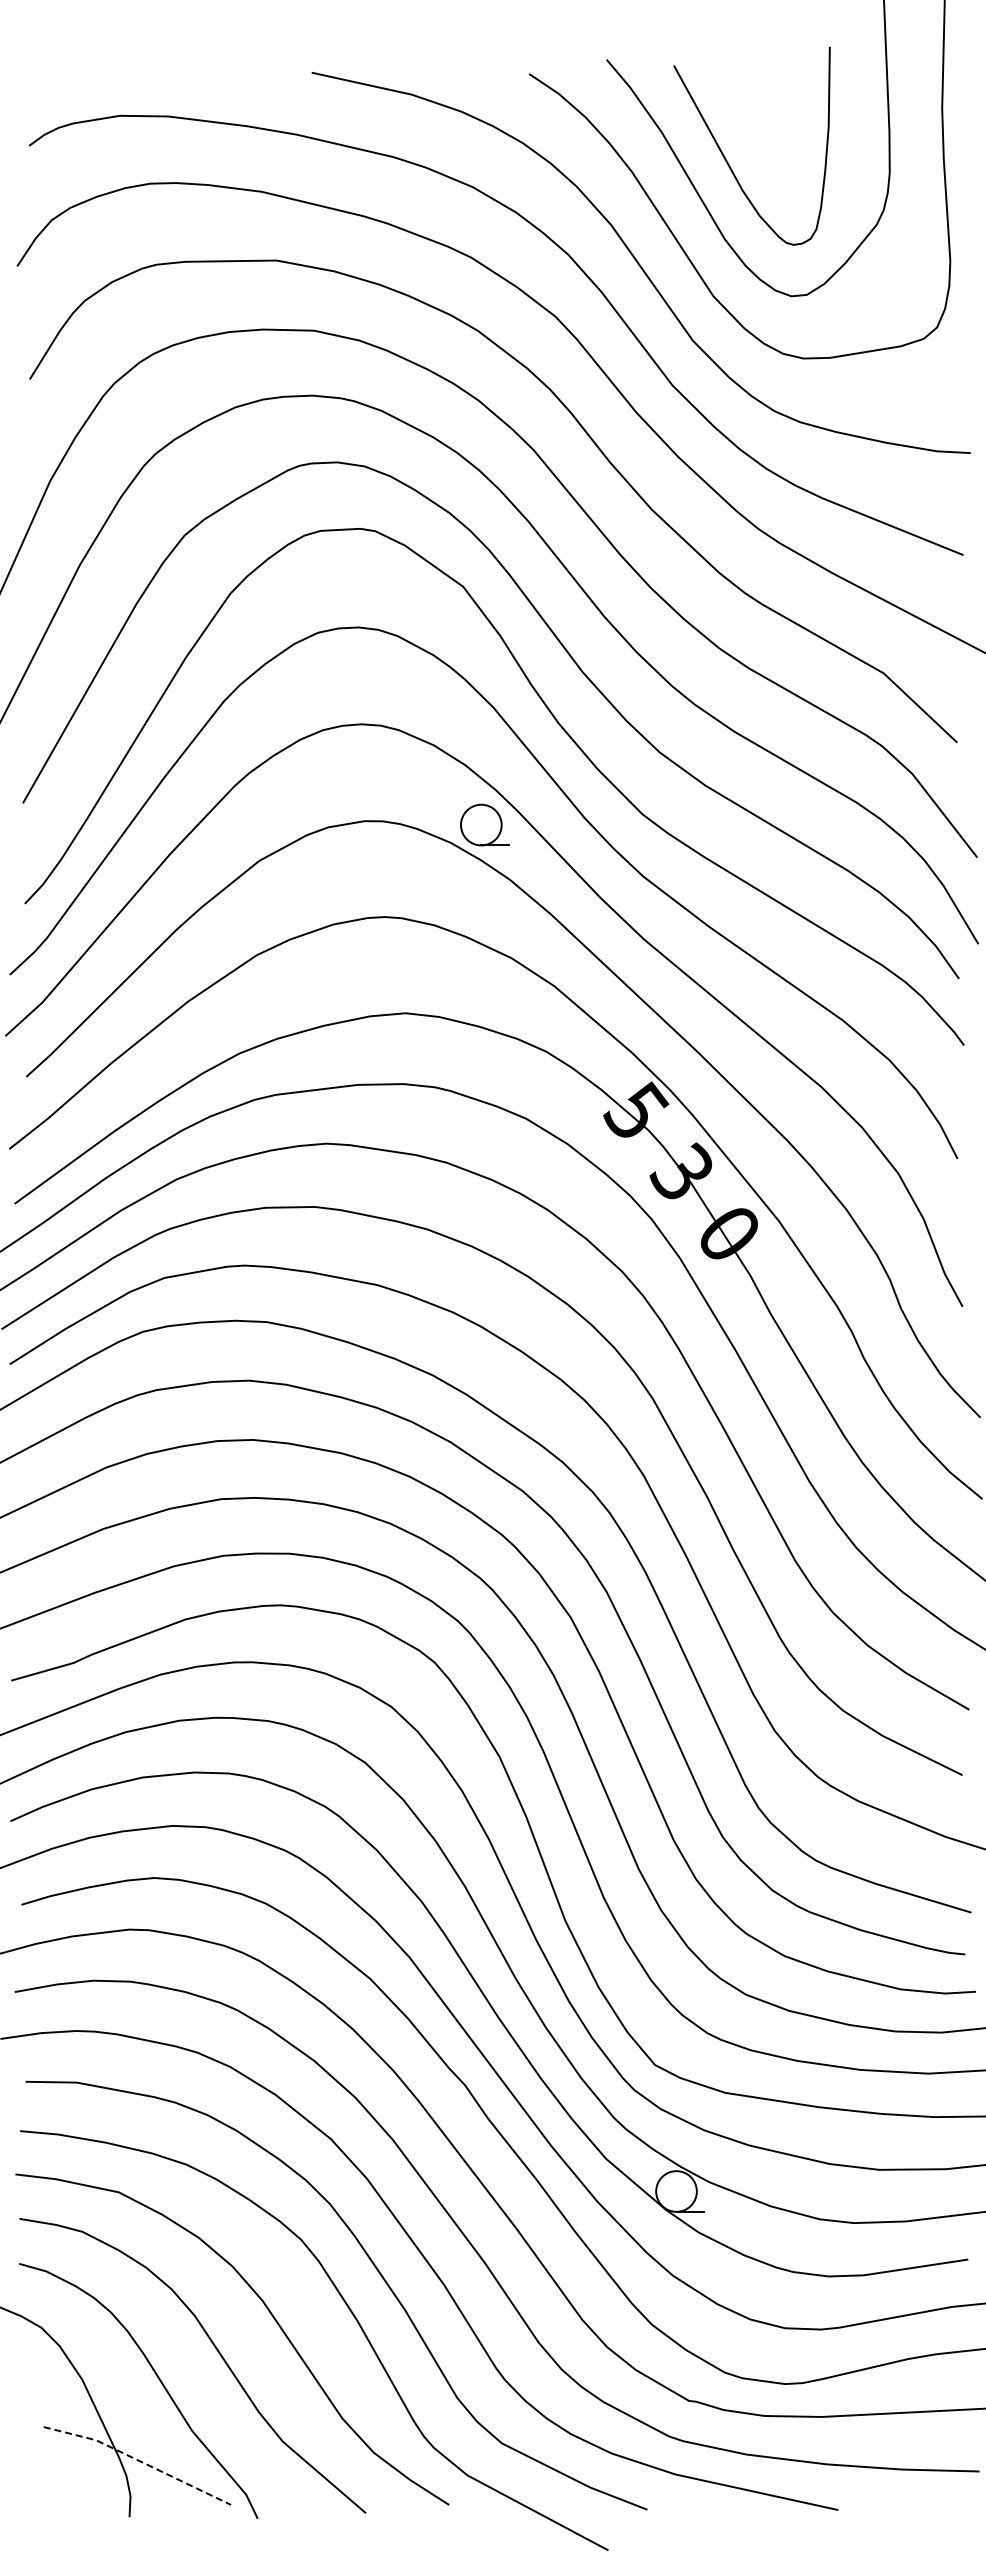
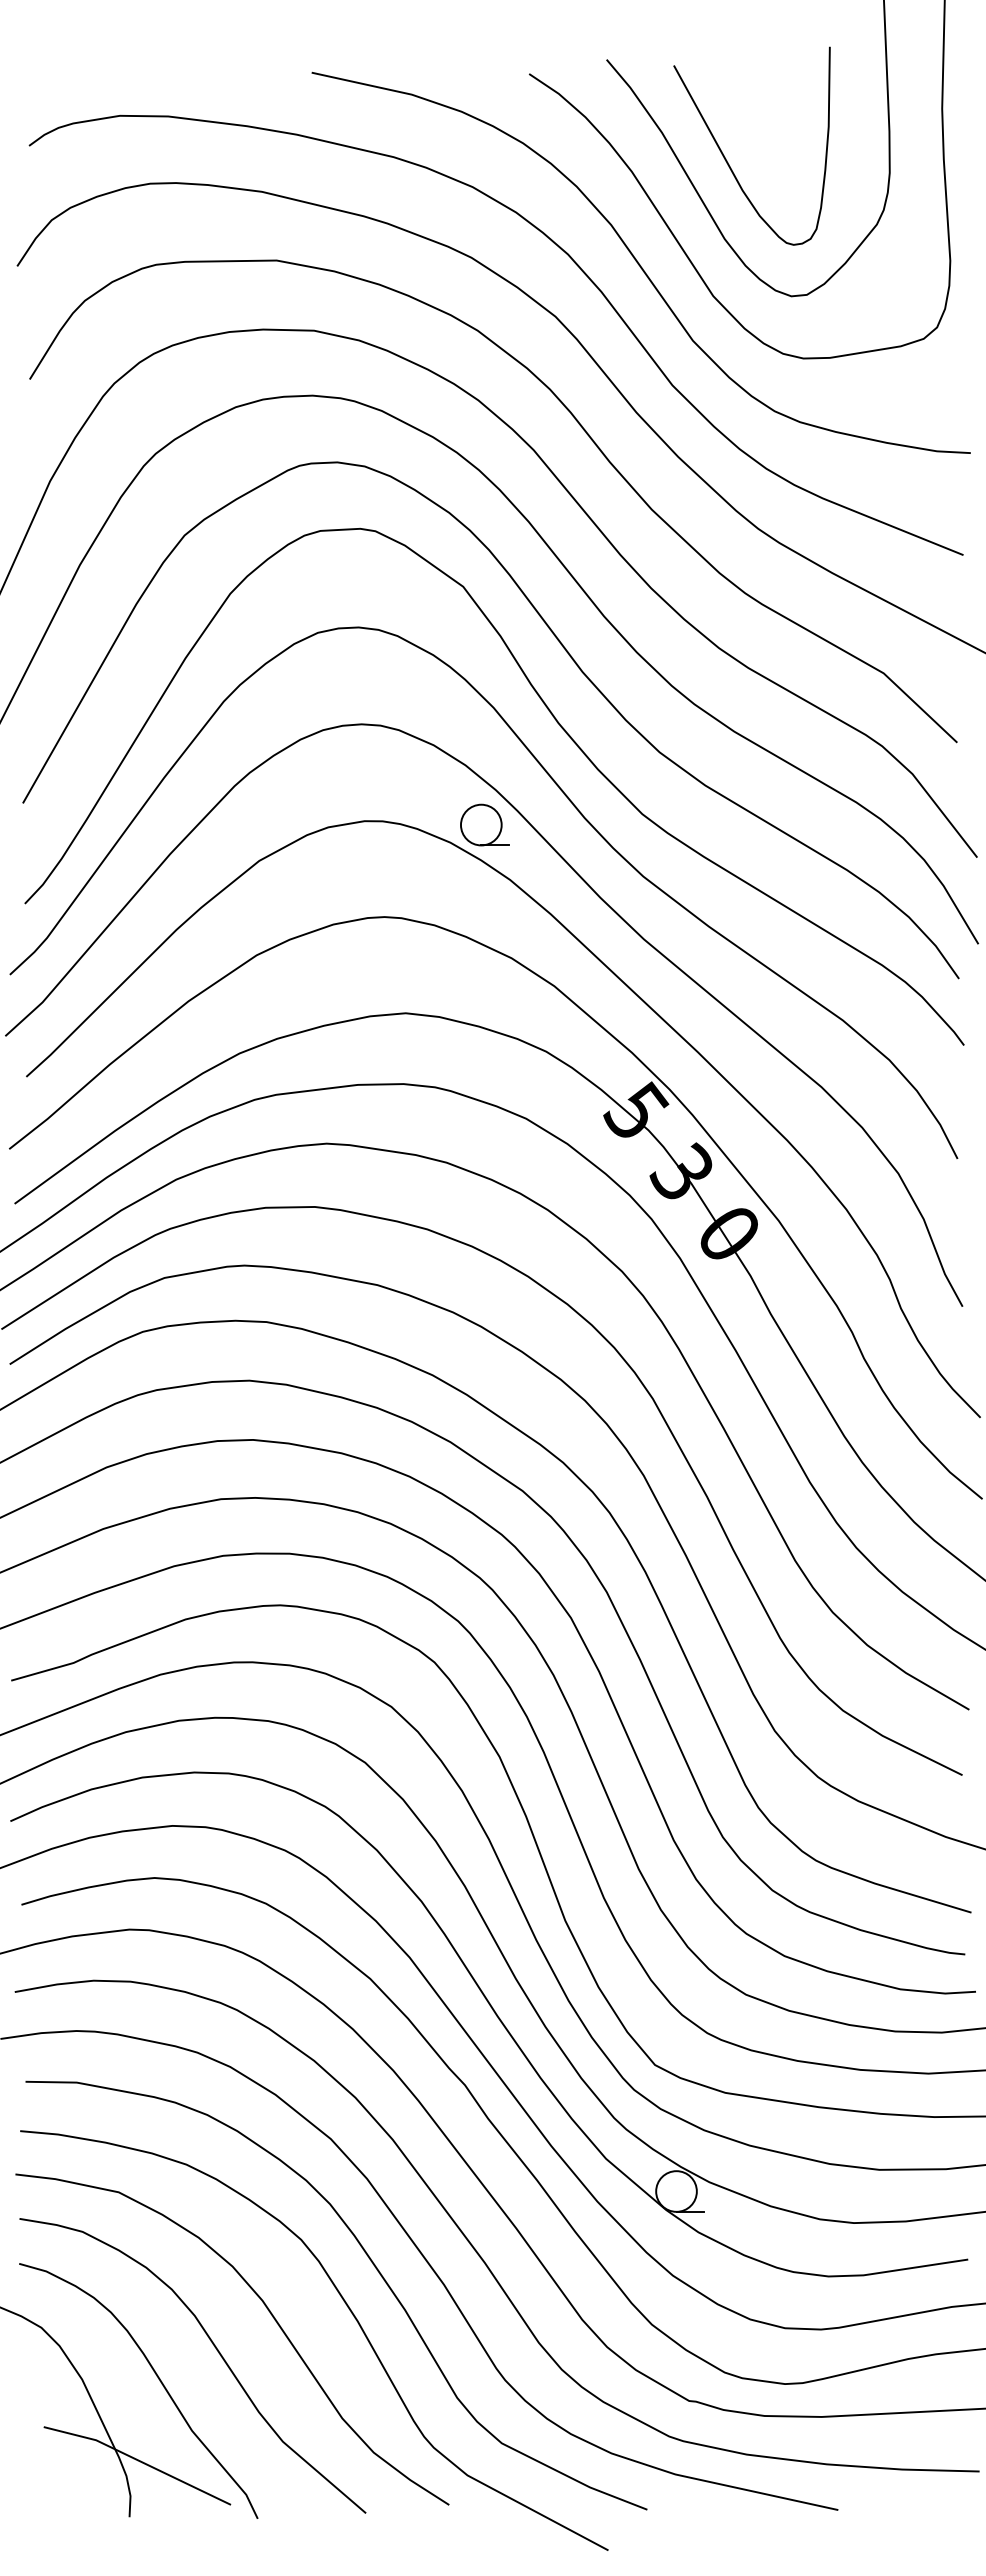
line at (138, 2460): dashed -> solid
